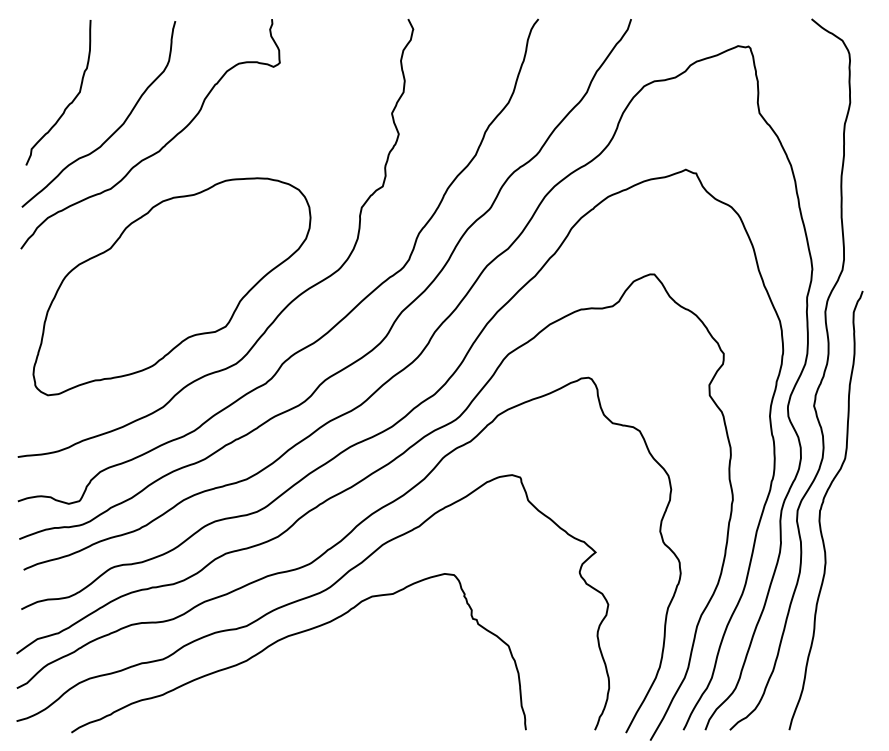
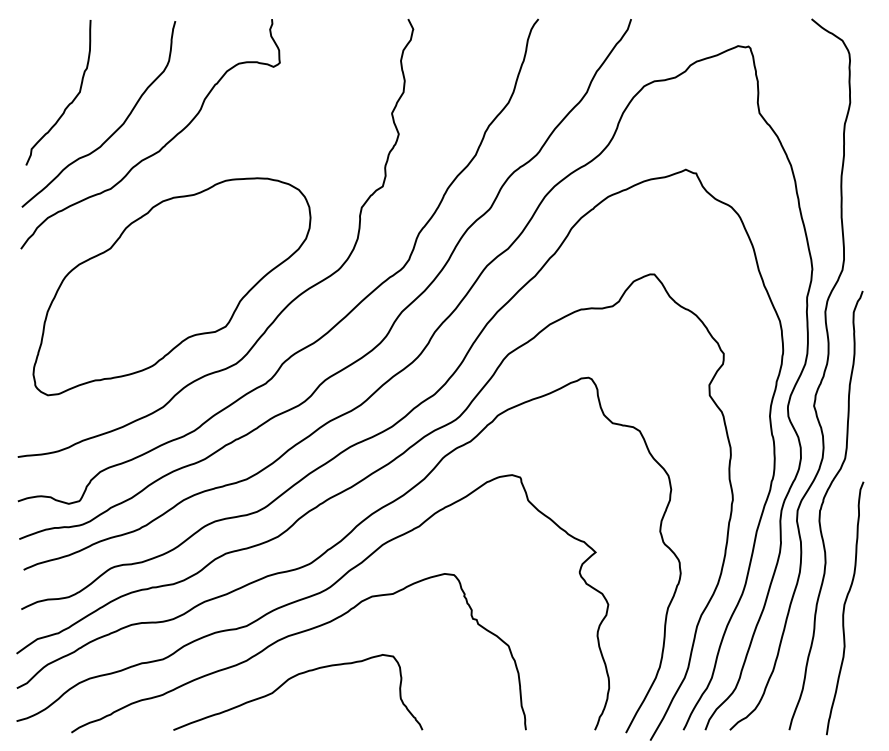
curve at (844, 608): none -> present
curve at (292, 678): none -> present
